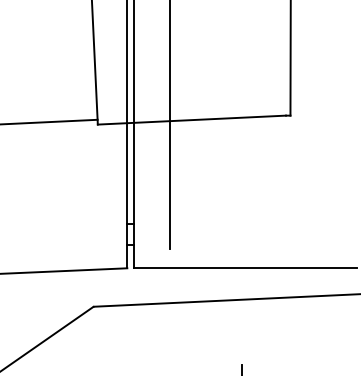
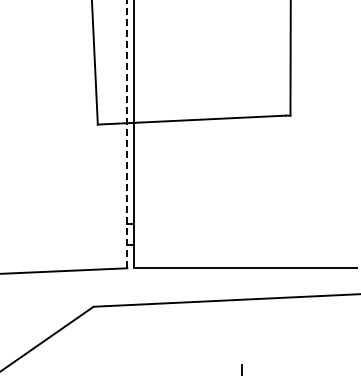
line at (49, 121): present -> none
line at (169, 125): present -> none
line at (127, 134): solid -> dashed
